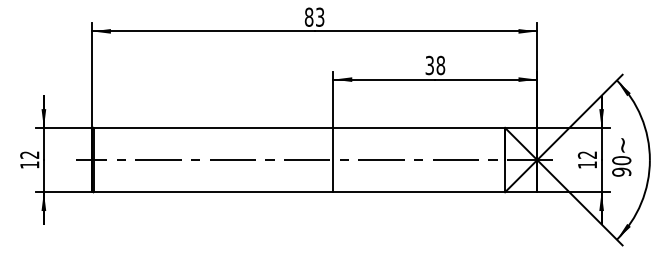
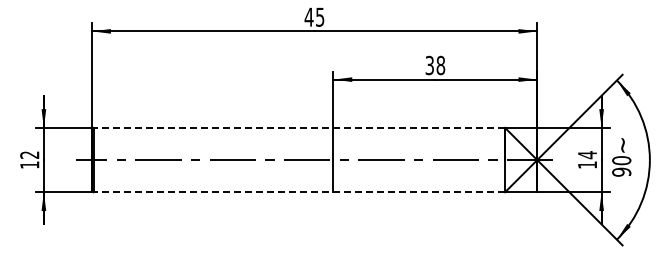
text at (314, 16): 83 -> 45
line at (299, 127): solid -> dashed
text at (586, 155): 12 -> 14
line at (299, 192): solid -> dashed
